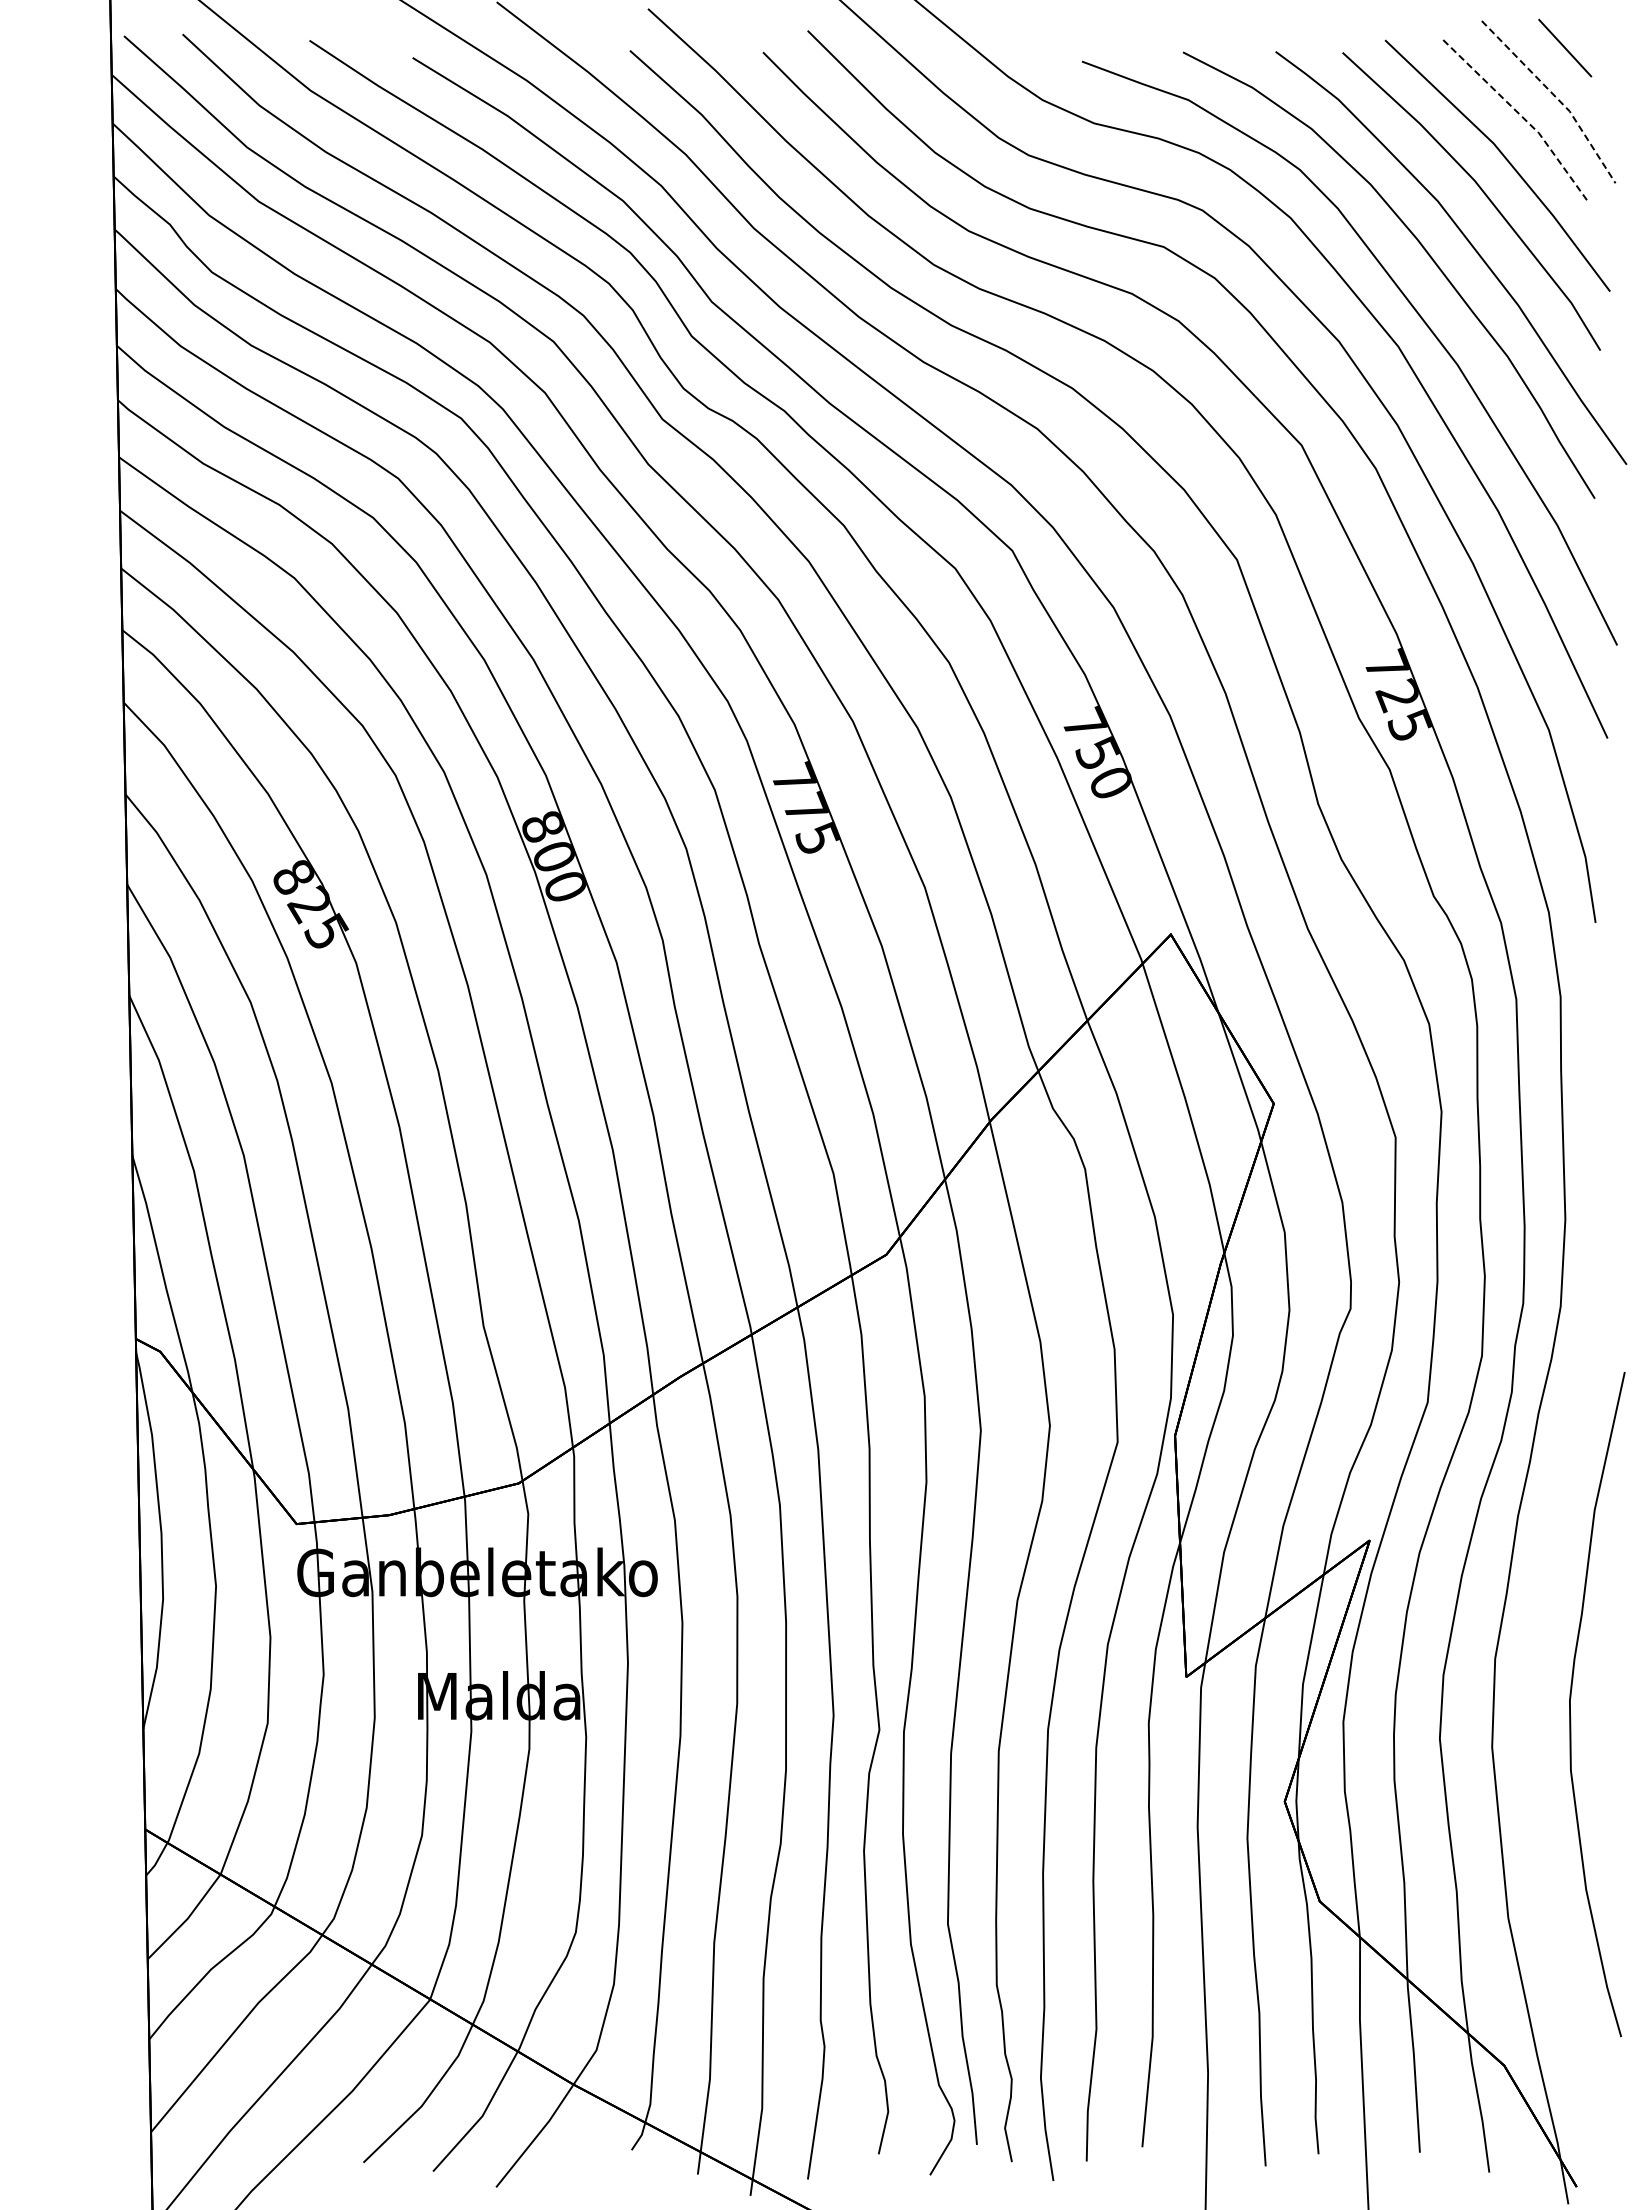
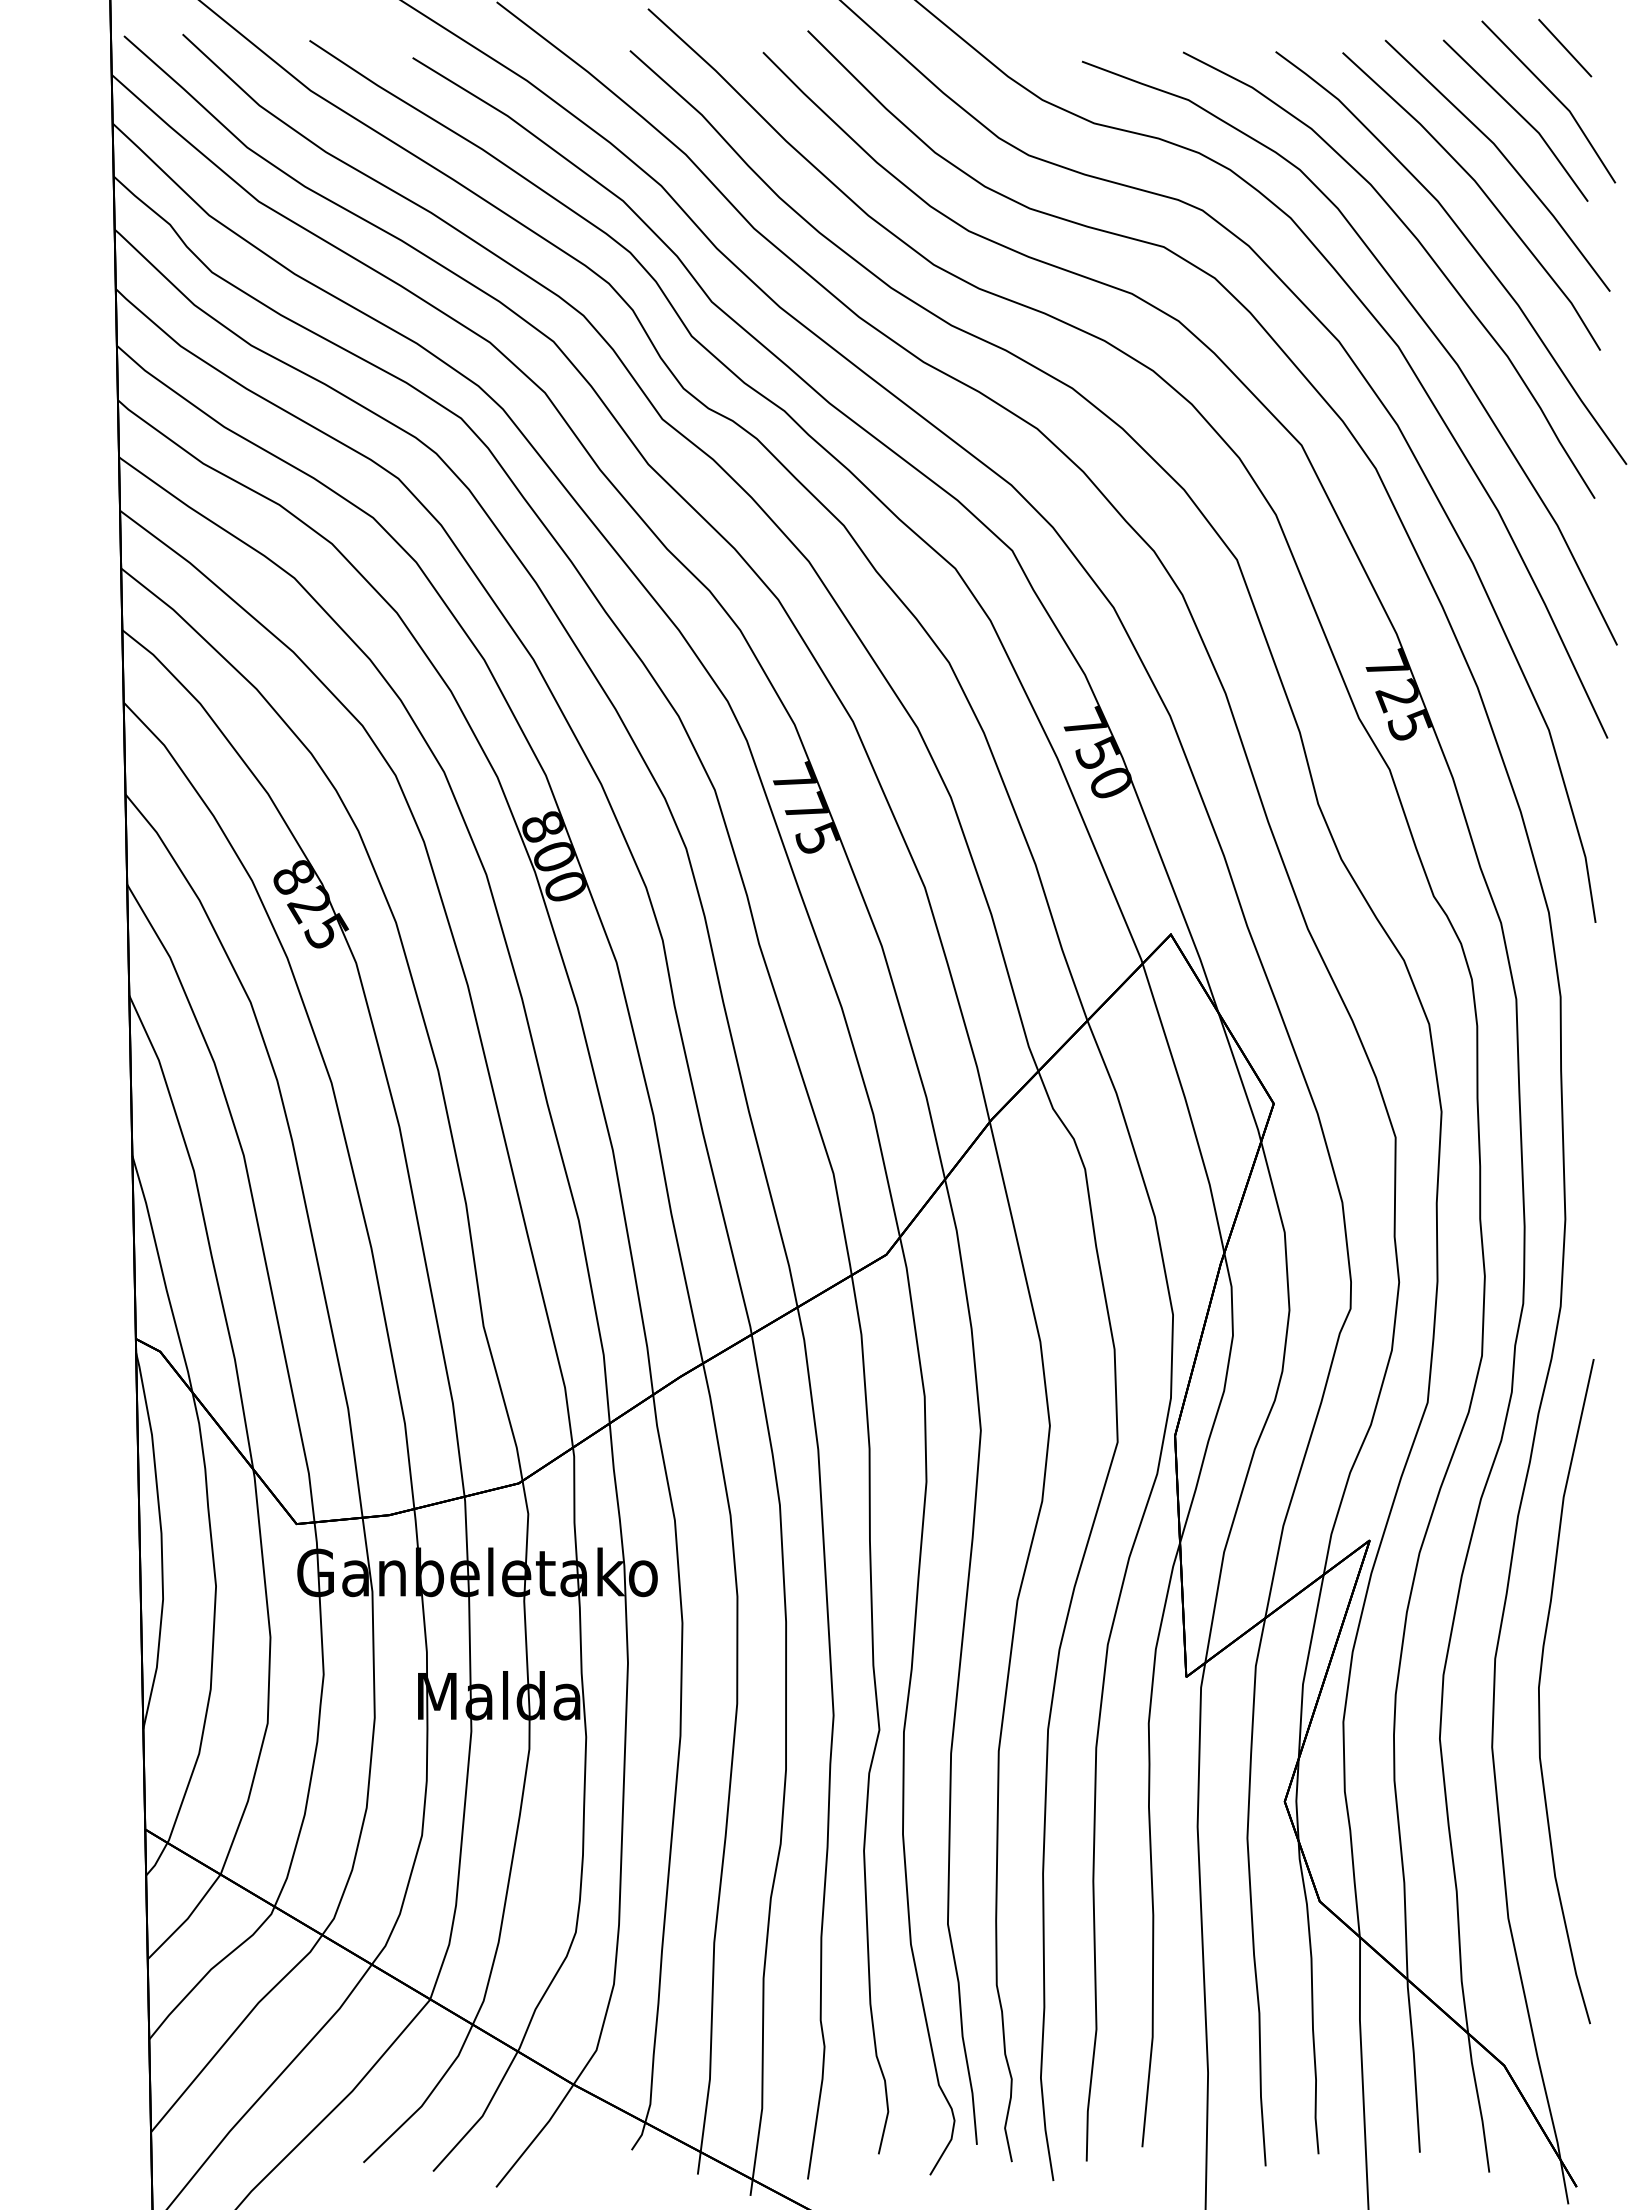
line at (1555, 97): dashed -> solid
line at (1521, 116): dashed -> solid
curve at (1571, 1698) position: (1571, 1698) -> (1540, 1685)
